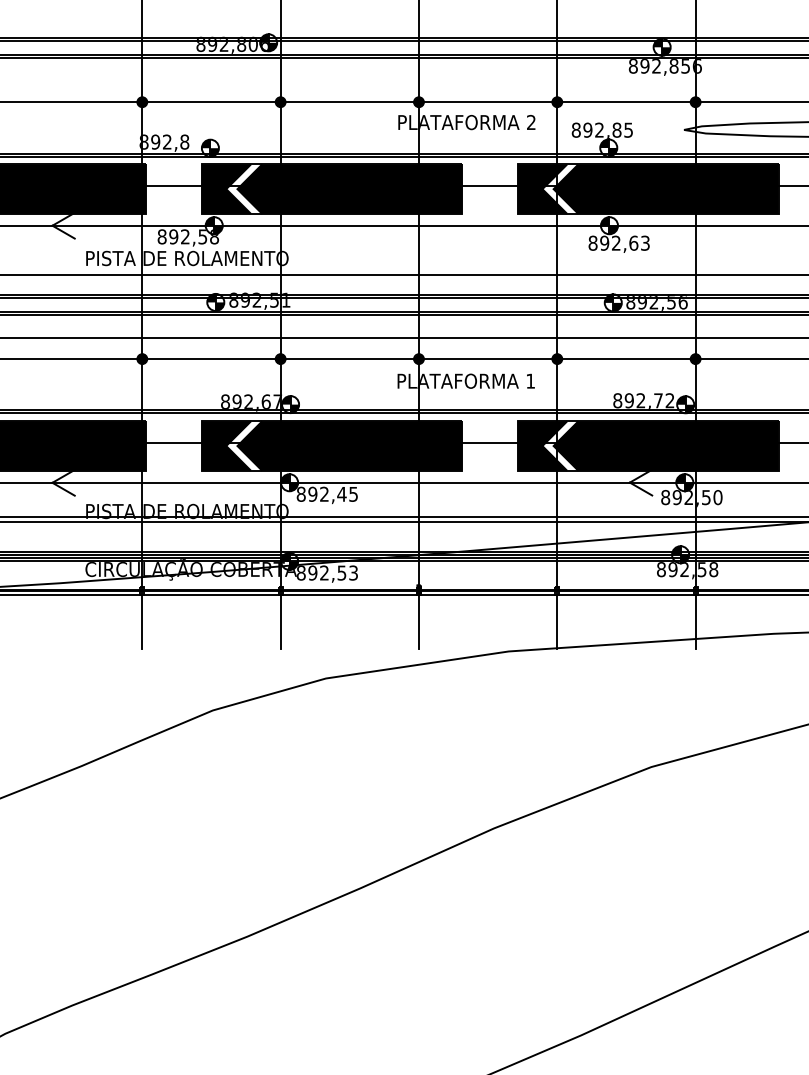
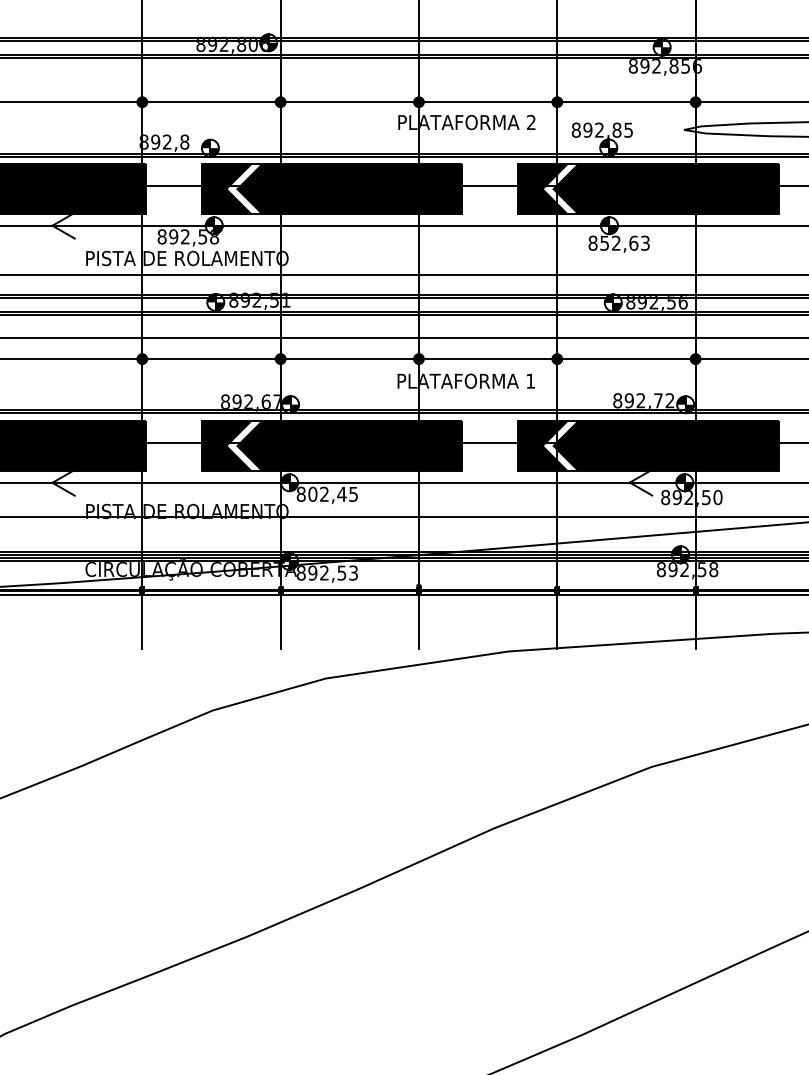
text at (604, 242): 892,63 -> 852,63
text at (312, 494): 892,45 -> 802,45
line at (403, 522): present -> none
